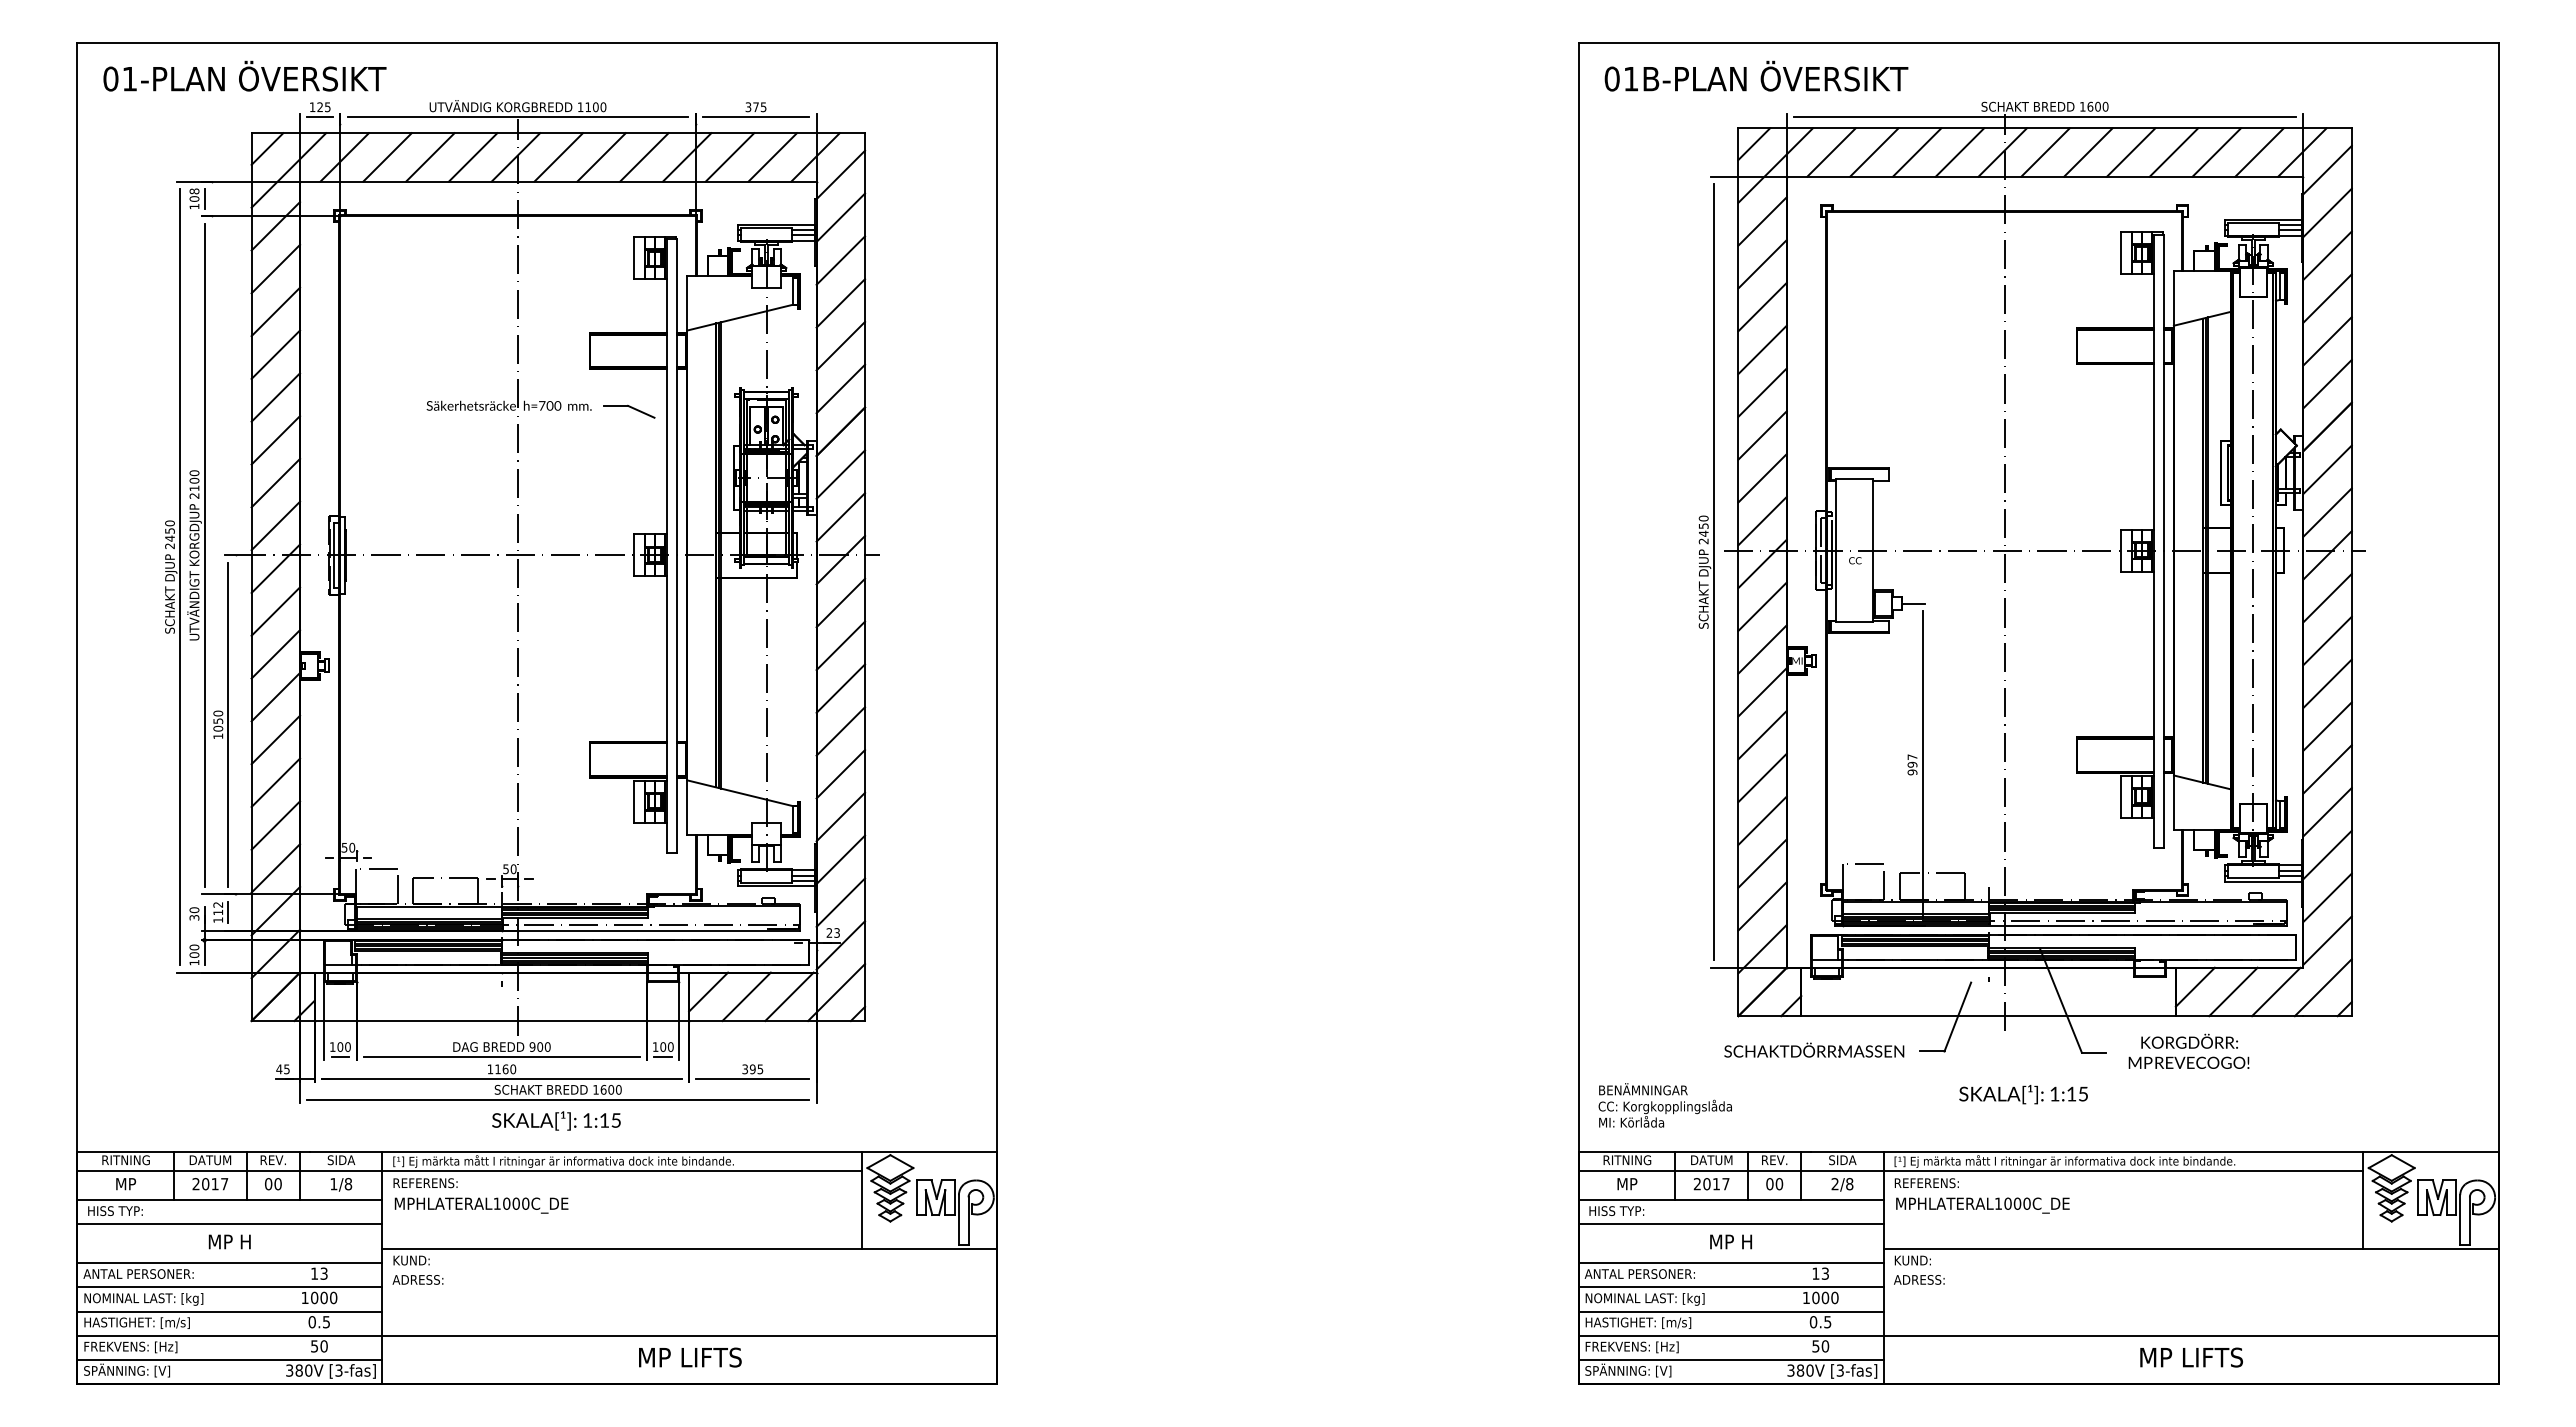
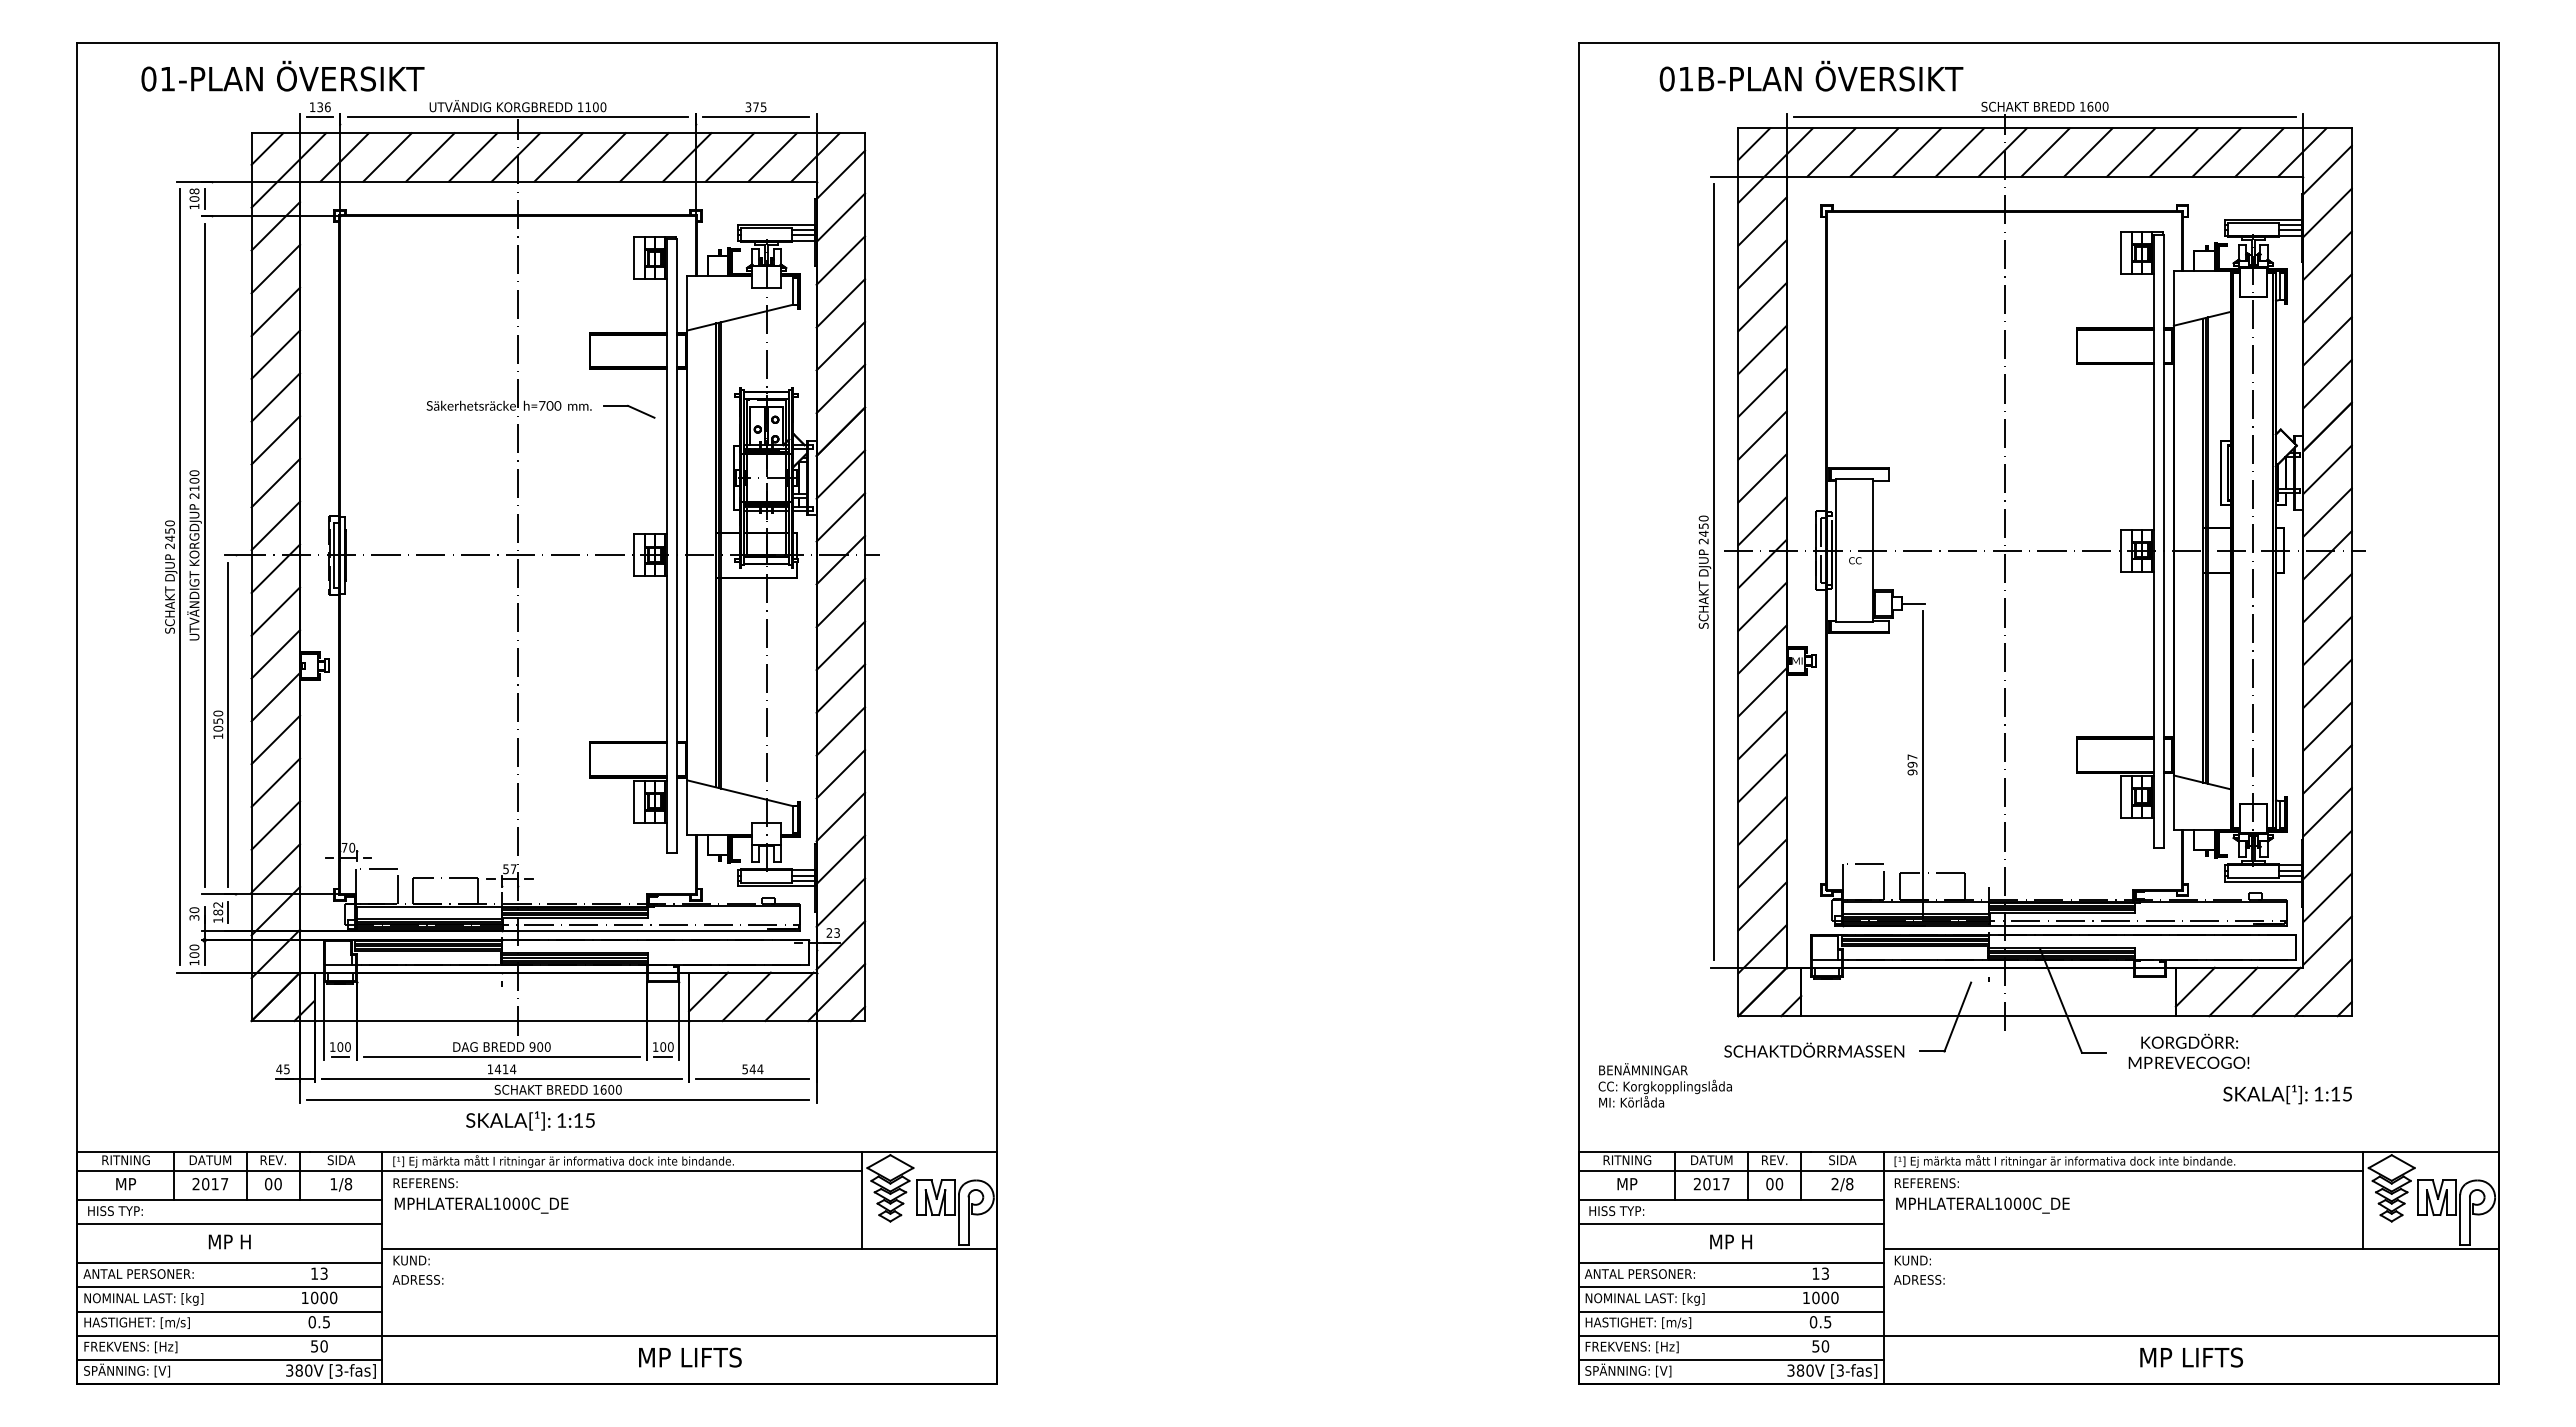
text at (244, 75) position: (244, 75) -> (282, 75)
text at (1756, 75) position: (1756, 75) -> (1811, 75)
text at (323, 107): 125 -> 136
text at (344, 847): 50 -> 70
text at (513, 869): 50 -> 57
text at (218, 912): 112 -> 182
text at (505, 1069): 1160 -> 1414
text at (752, 1069): 395 -> 544
text at (2023, 1094) position: (2023, 1094) -> (2287, 1094)
text at (1664, 1105) position: (1664, 1105) -> (1664, 1085)
text at (556, 1120) position: (556, 1120) -> (530, 1120)
